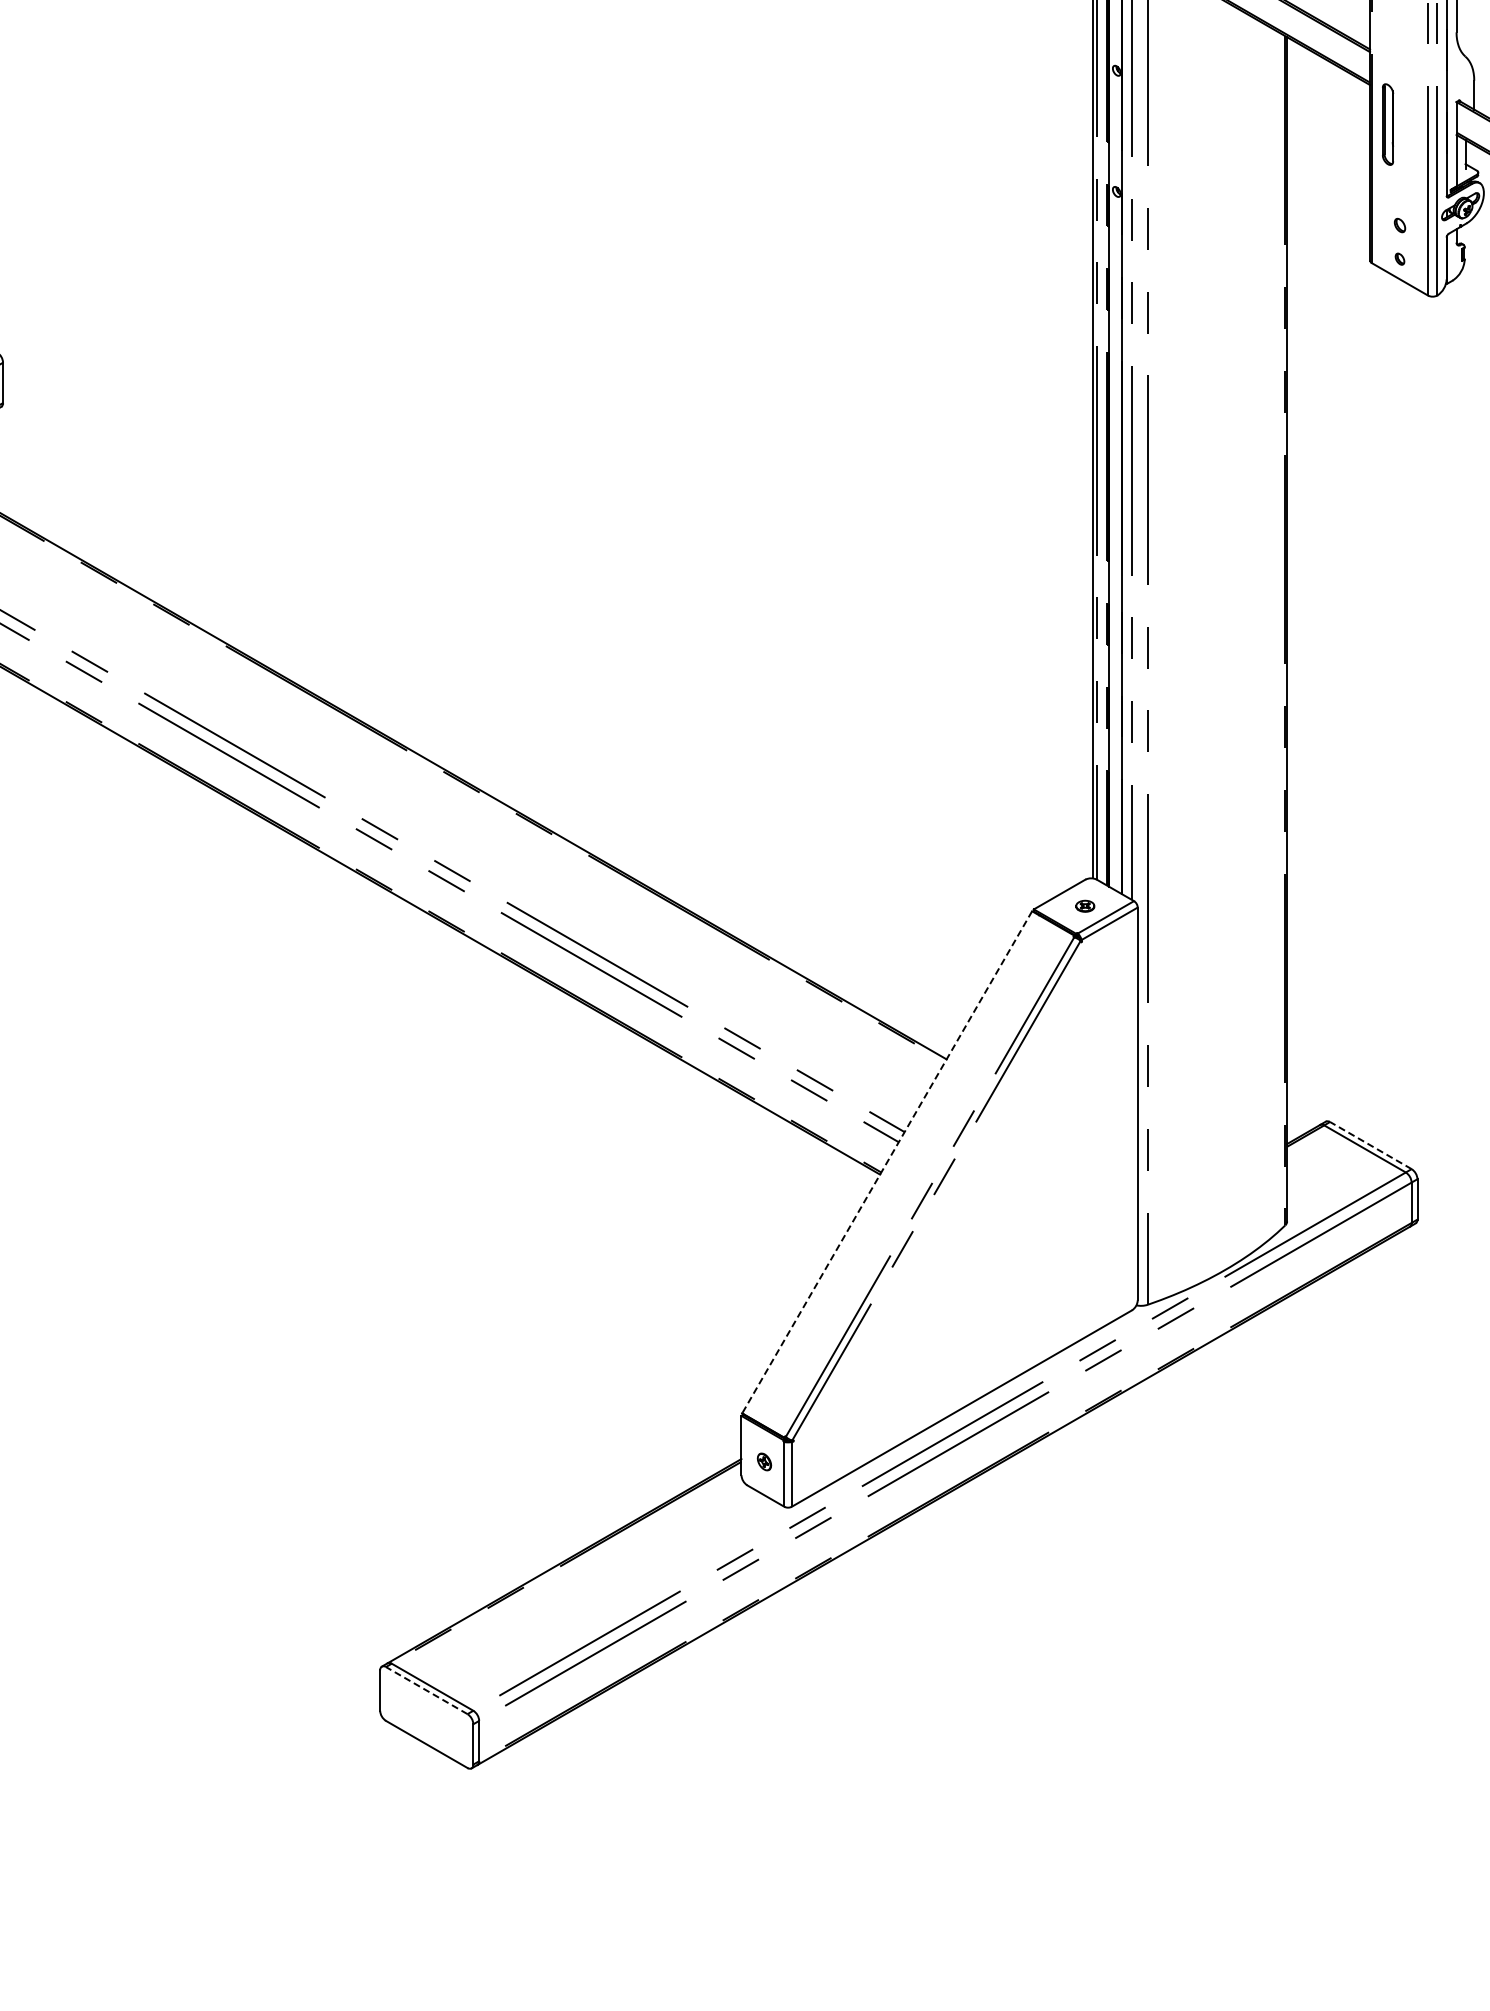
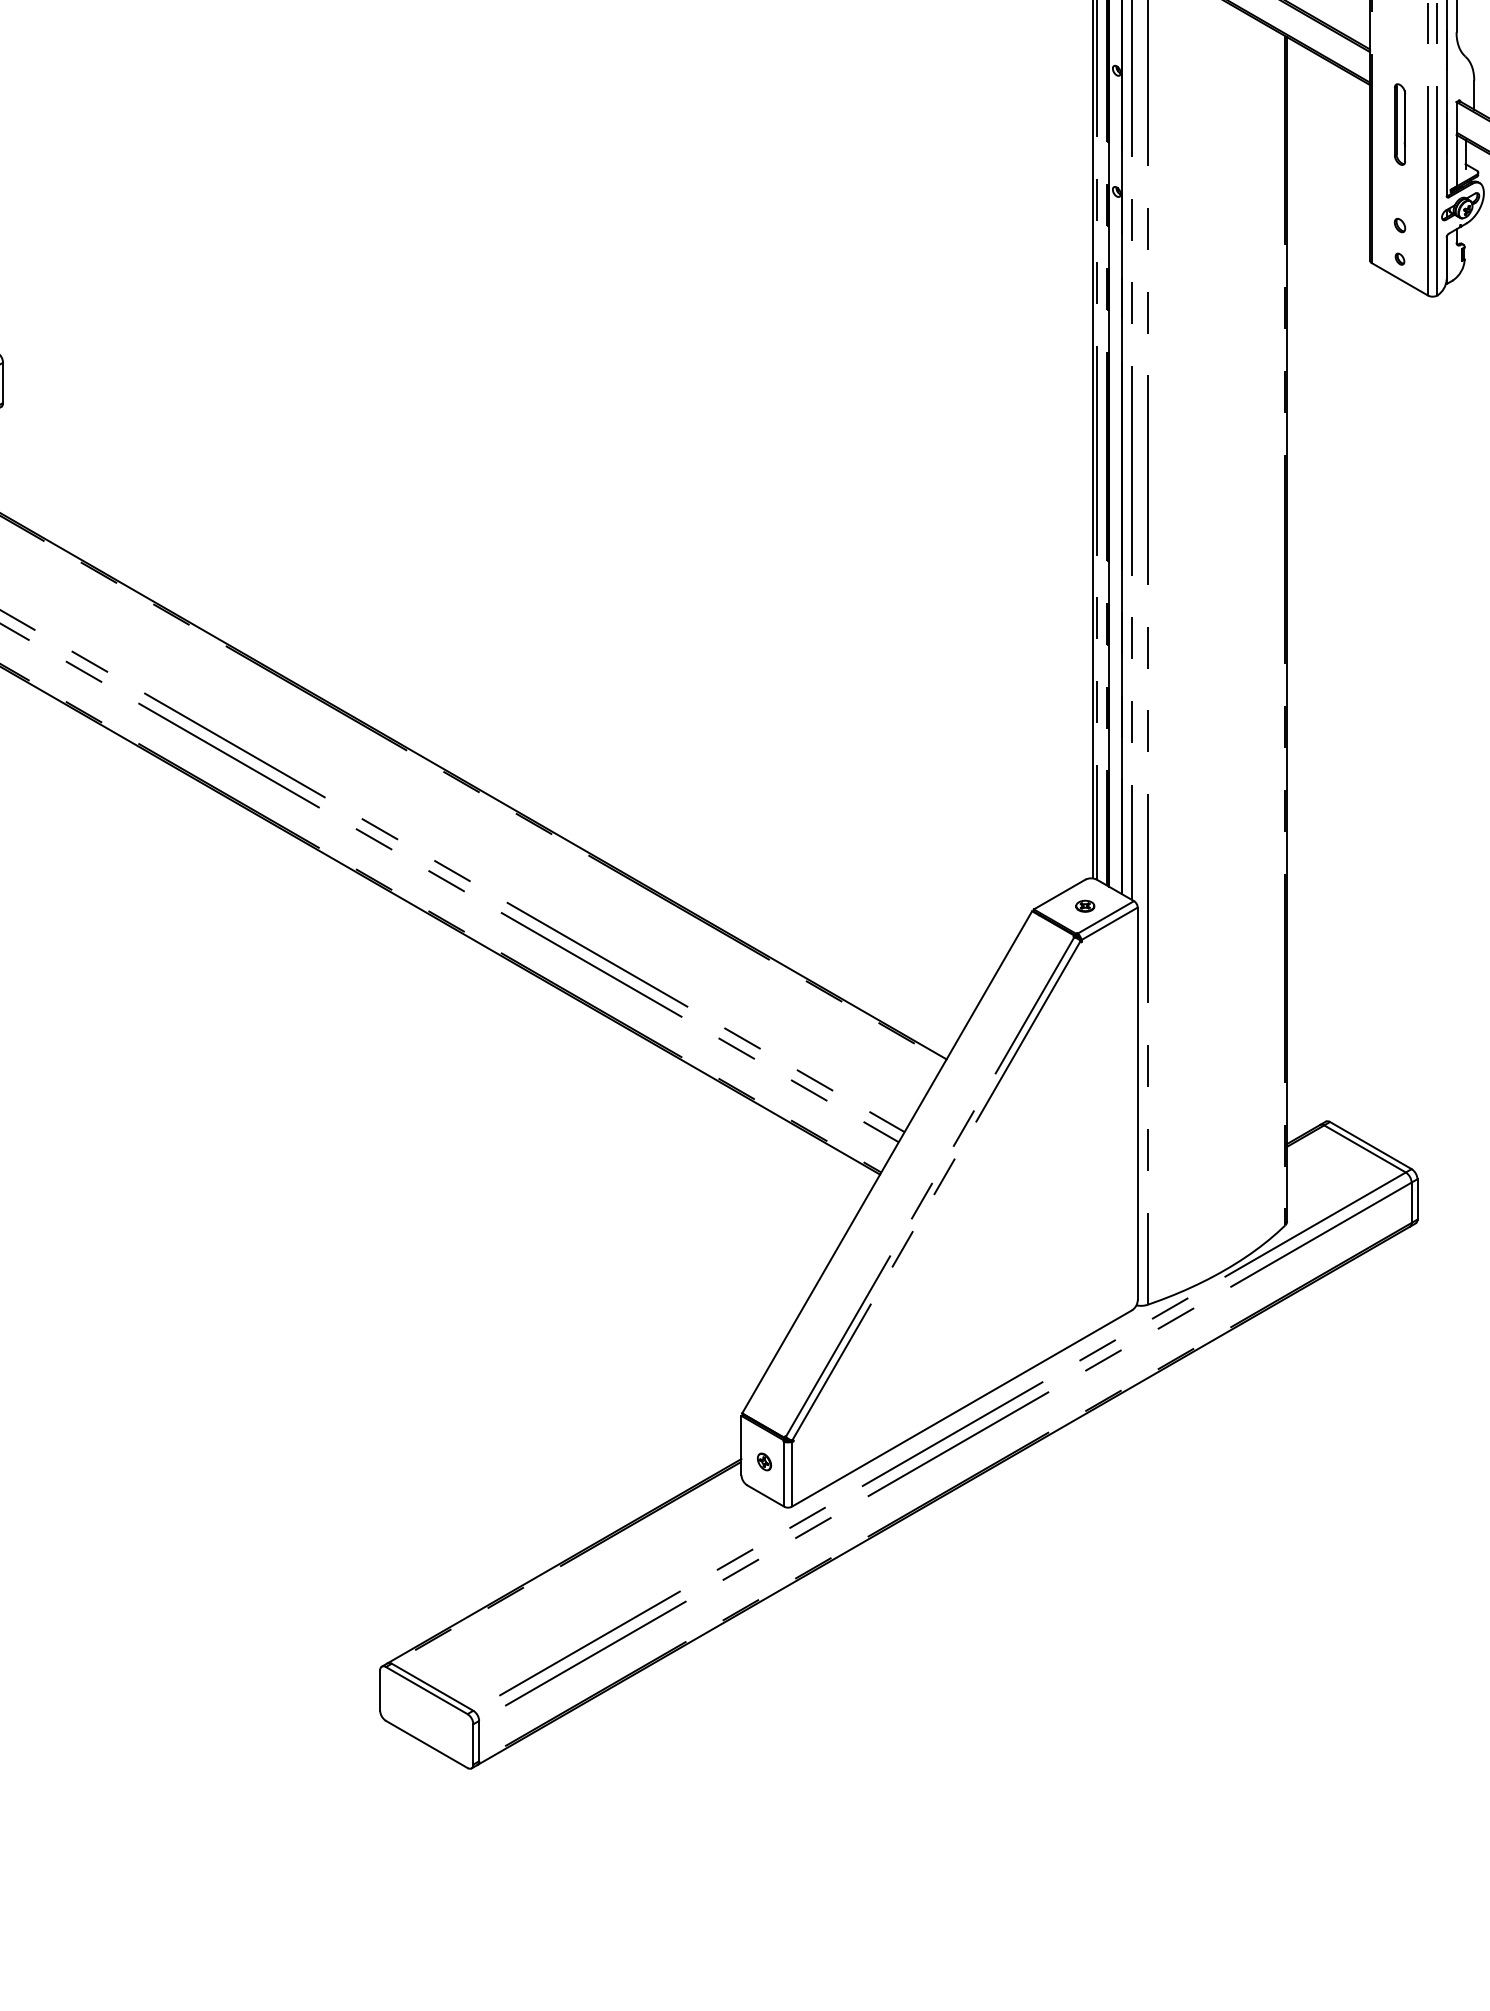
part at (1388, 124) position: (1388, 124) -> (1400, 124)
line at (1370, 1145): dashed -> solid
line at (887, 1162): dashed -> solid
line at (426, 1690): dashed -> solid
